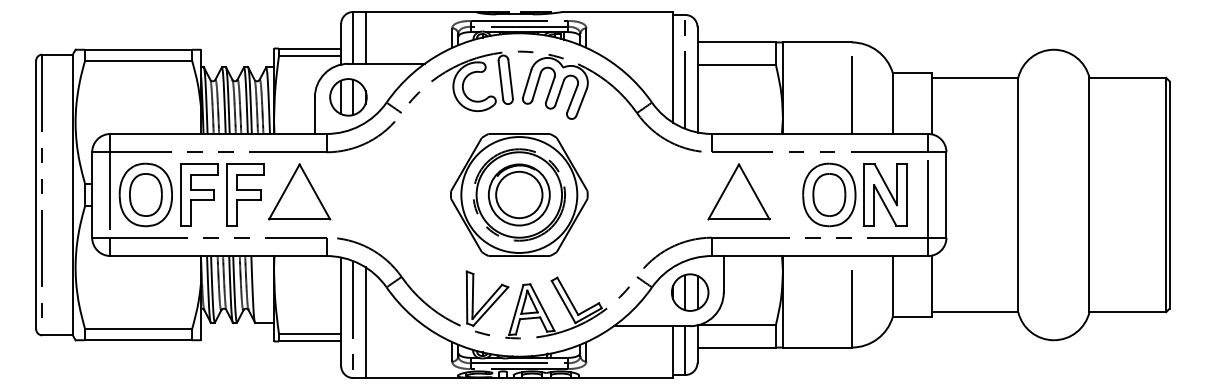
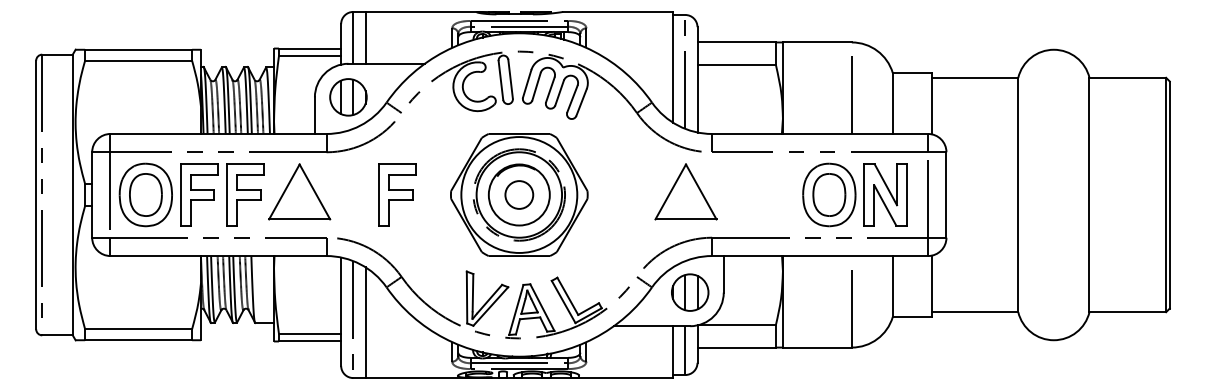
part at (738, 191) position: (738, 191) -> (685, 191)
part at (397, 194): none -> present
circle at (519, 194) diameter: 46 px -> 28 px
